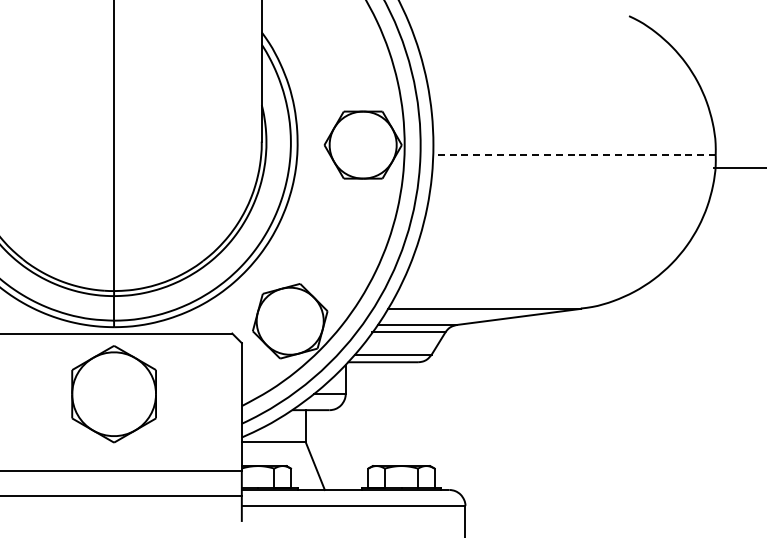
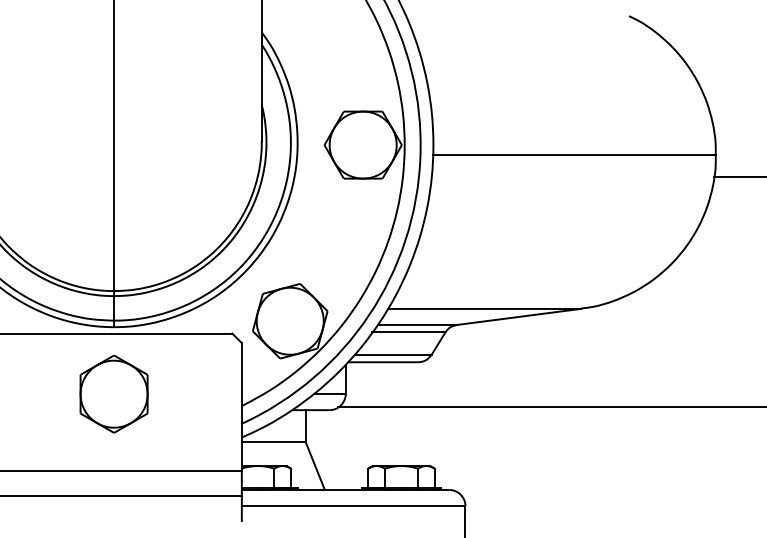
line at (574, 155): dashed -> solid
line at (738, 168) position: (738, 168) -> (738, 177)
part at (113, 394) size: 86x99 px -> 70x80 px
line at (550, 407): none -> present
